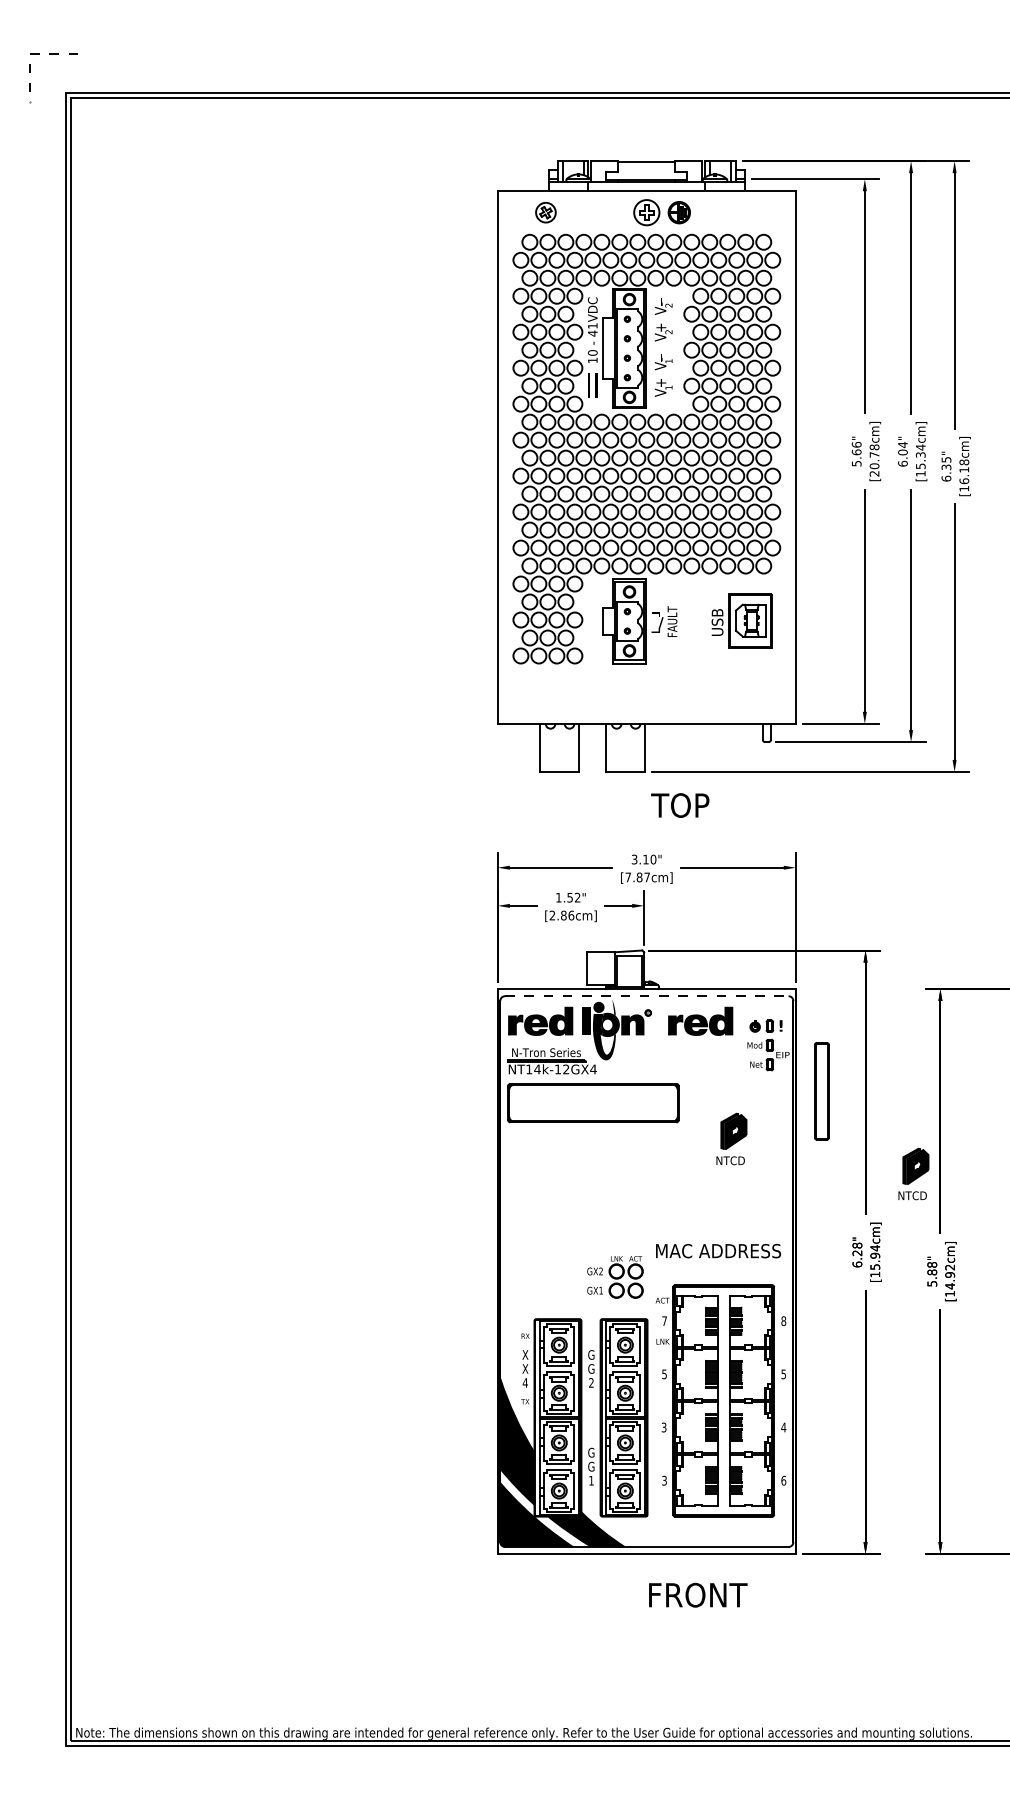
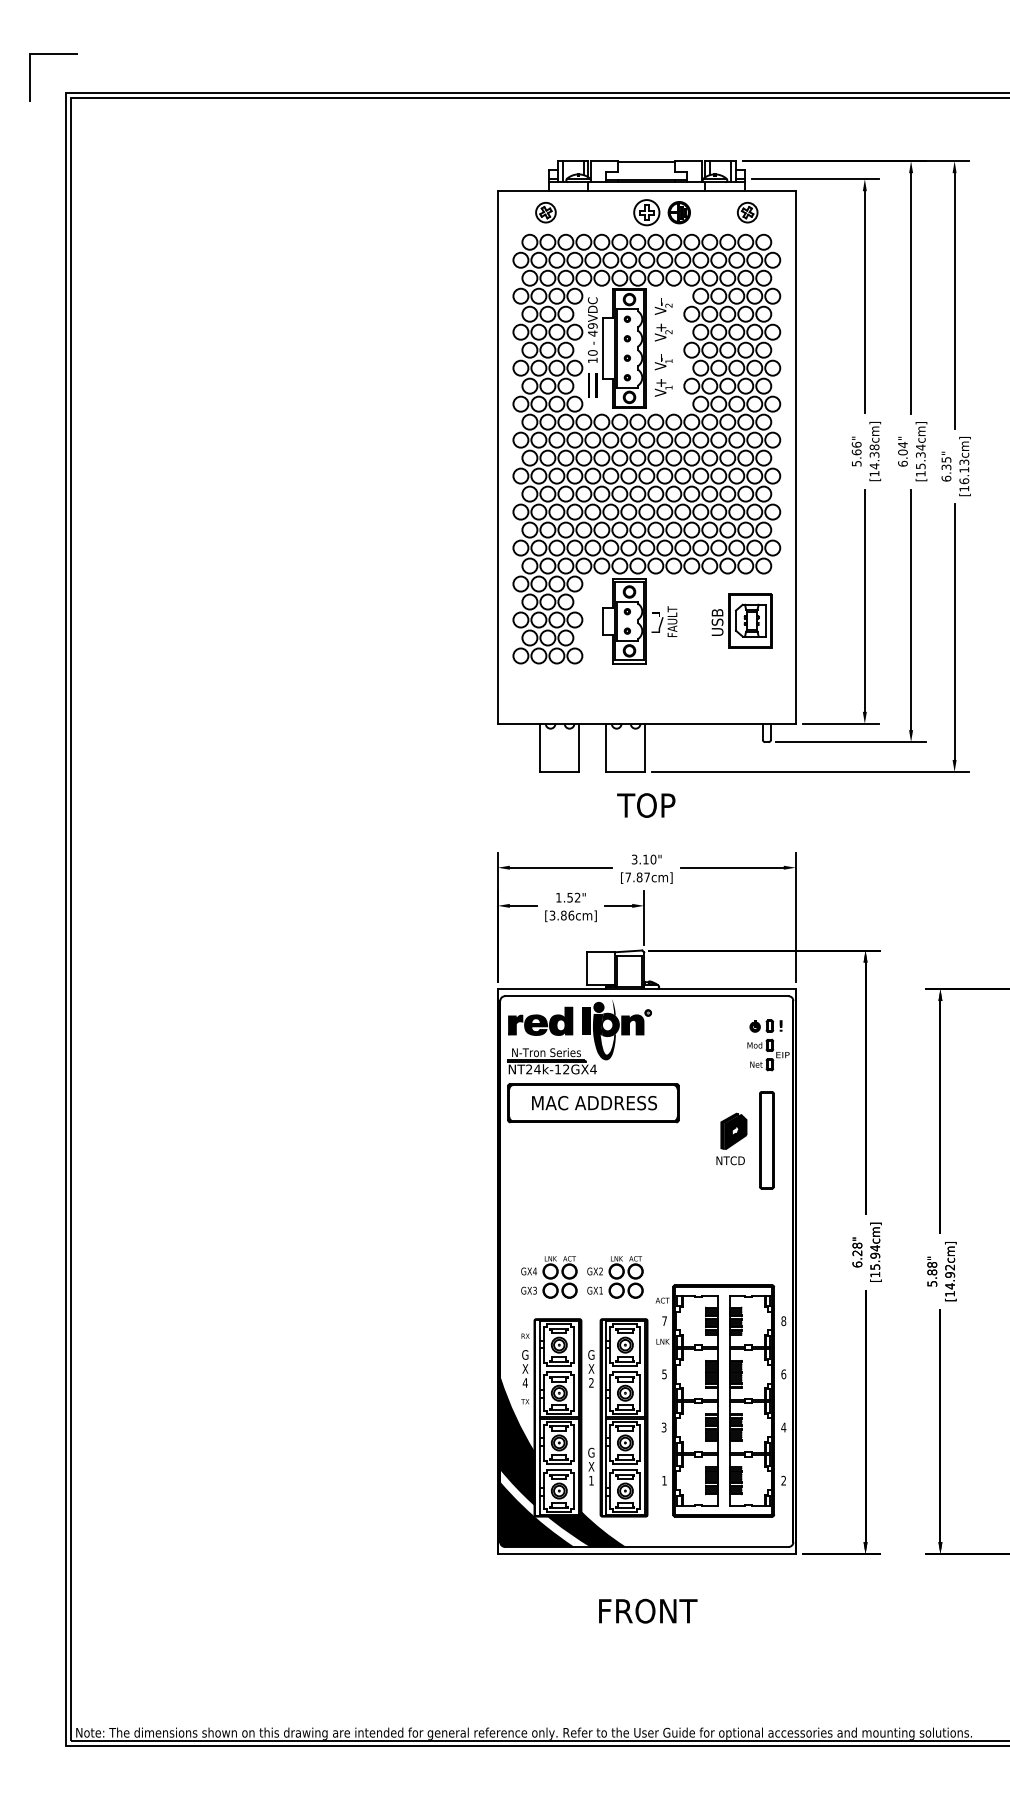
line at (30, 53): dashed -> solid
part at (747, 212): none -> present
text at (592, 325): 41VDC -> 49VDC
text at (964, 462): [16.18cm] -> [16.13cm]
text at (874, 464): [20.78cm] -> [14.38cm]
text at (680, 805) position: (680, 805) -> (646, 805)
text at (552, 915): [2.86cm] -> [3.86cm]
line at (646, 996): dashed -> solid
part at (700, 1020): present -> none
text at (528, 1069): NT14k-12GX4 -> NT24k-12GX4
part at (821, 1091) position: (821, 1091) -> (766, 1140)
part at (913, 1173): present -> none
text at (718, 1251) position: (718, 1251) -> (594, 1103)
part at (549, 1277): none -> present
text at (525, 1354): X -> G
text at (591, 1368): G -> X
text at (783, 1374): 5 -> 6
text at (591, 1466): G -> X
text at (664, 1480): 3 -> 1
text at (783, 1480): 6 -> 2
text at (698, 1594) position: (698, 1594) -> (648, 1610)
